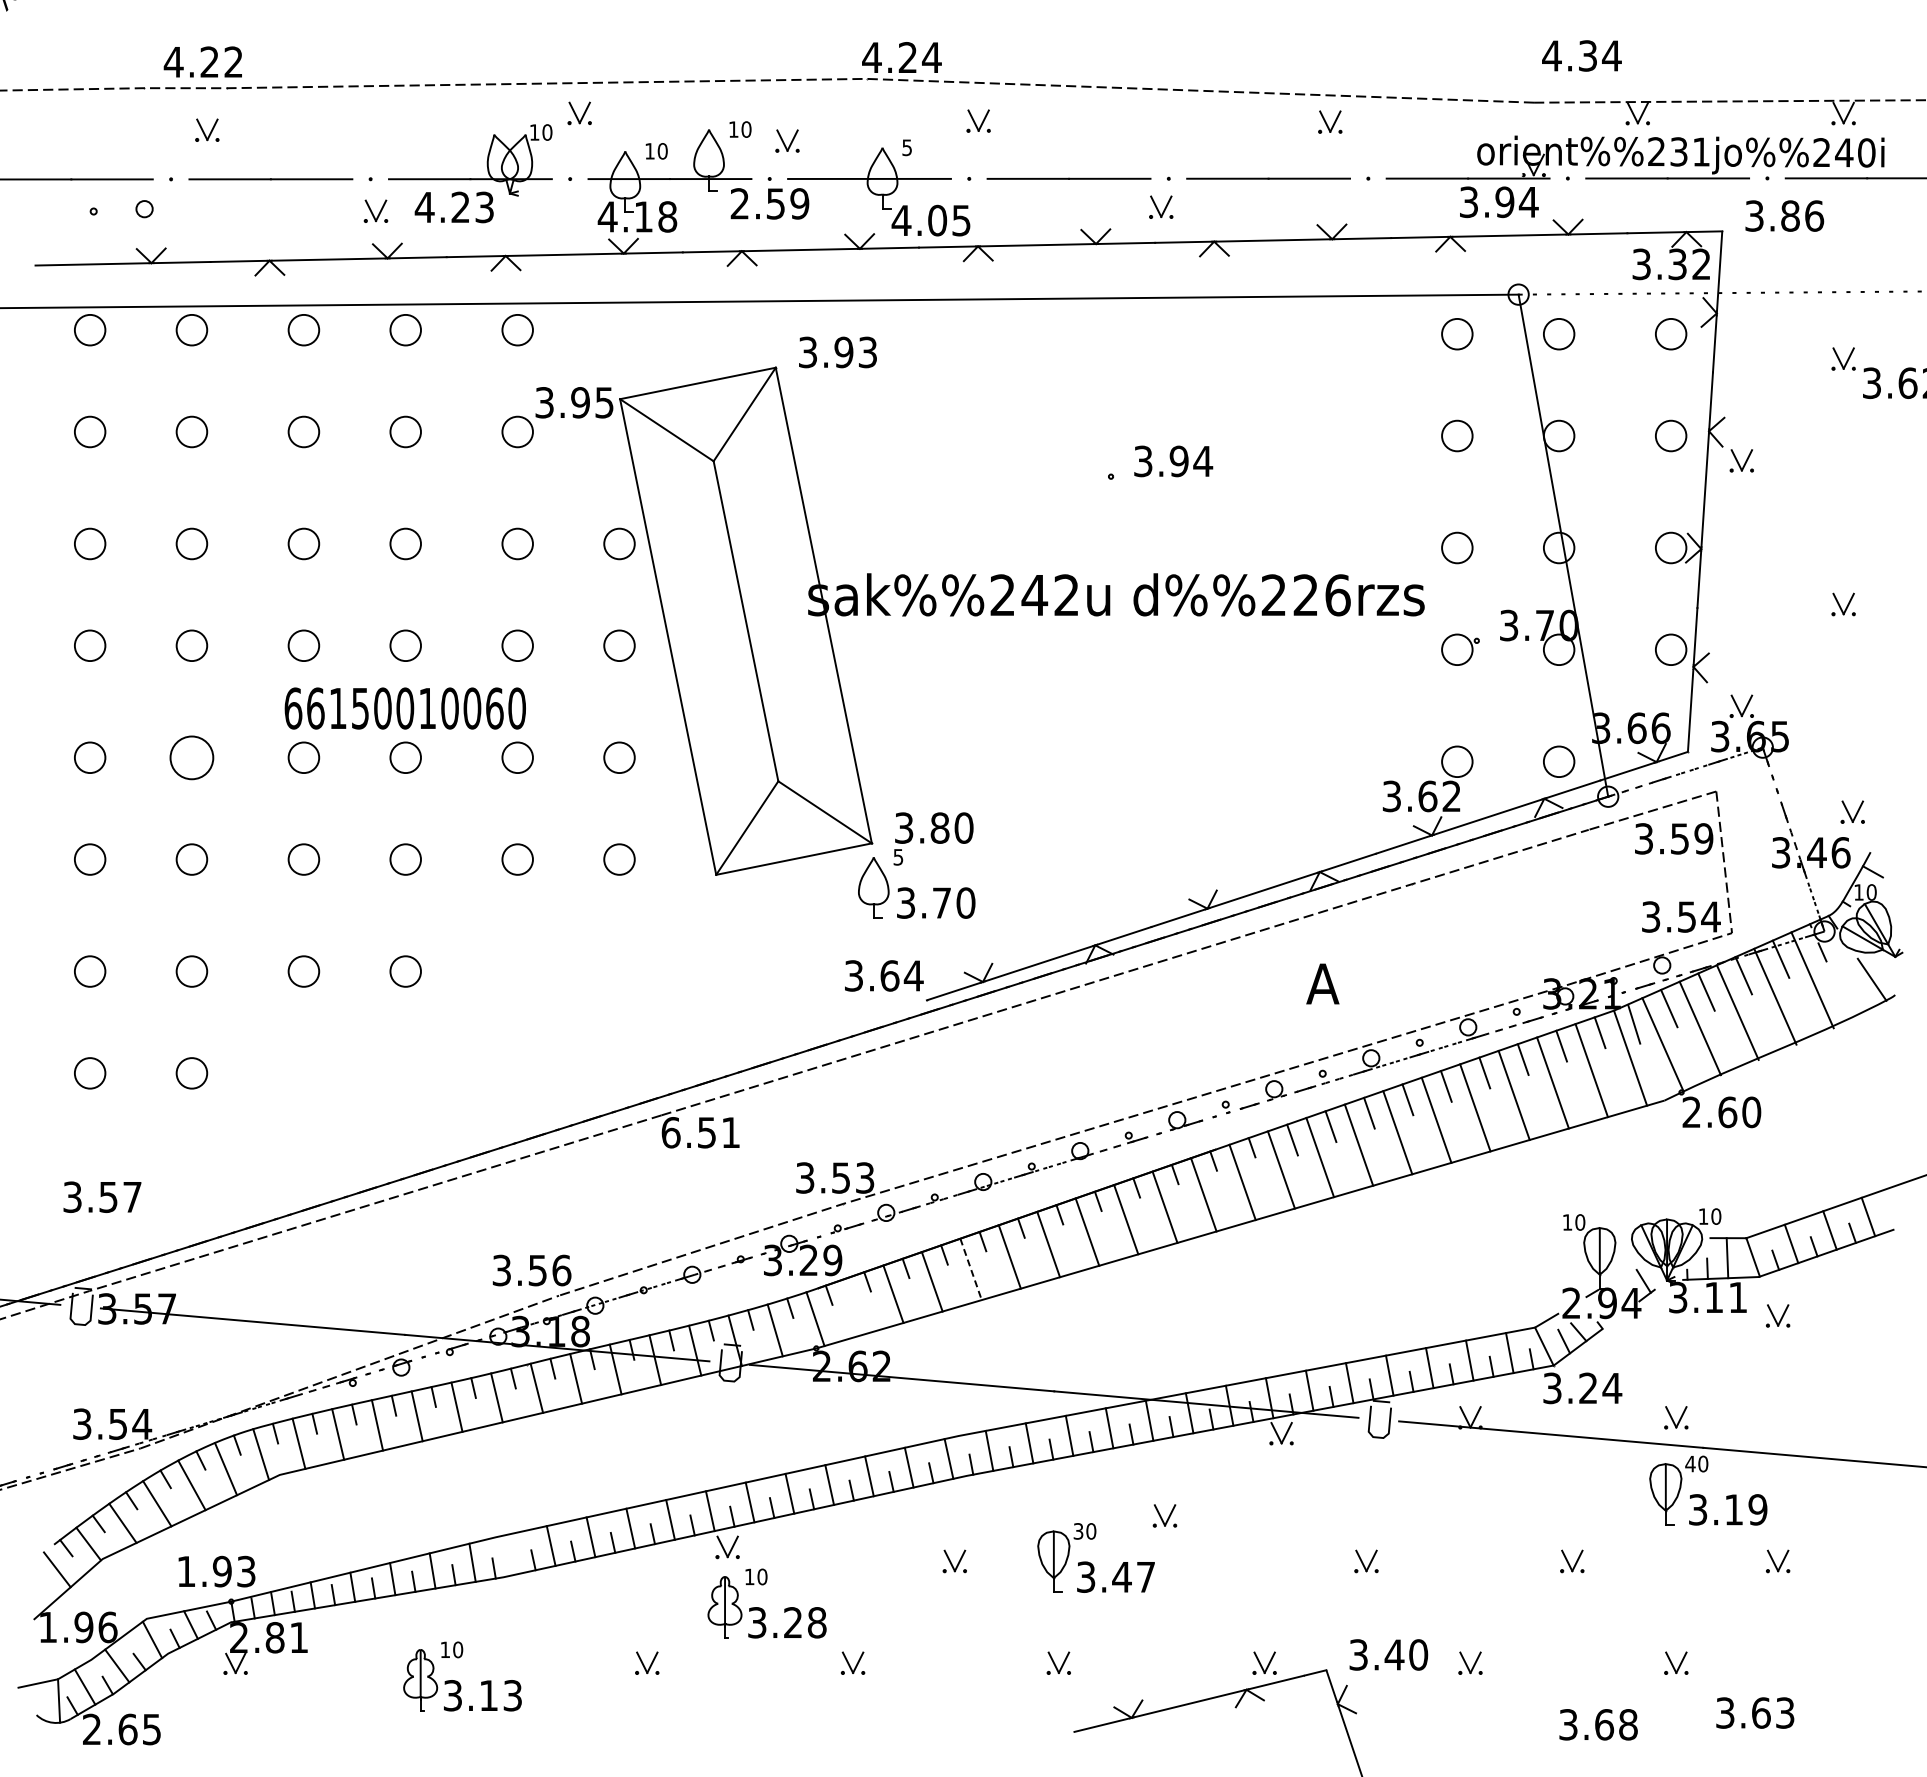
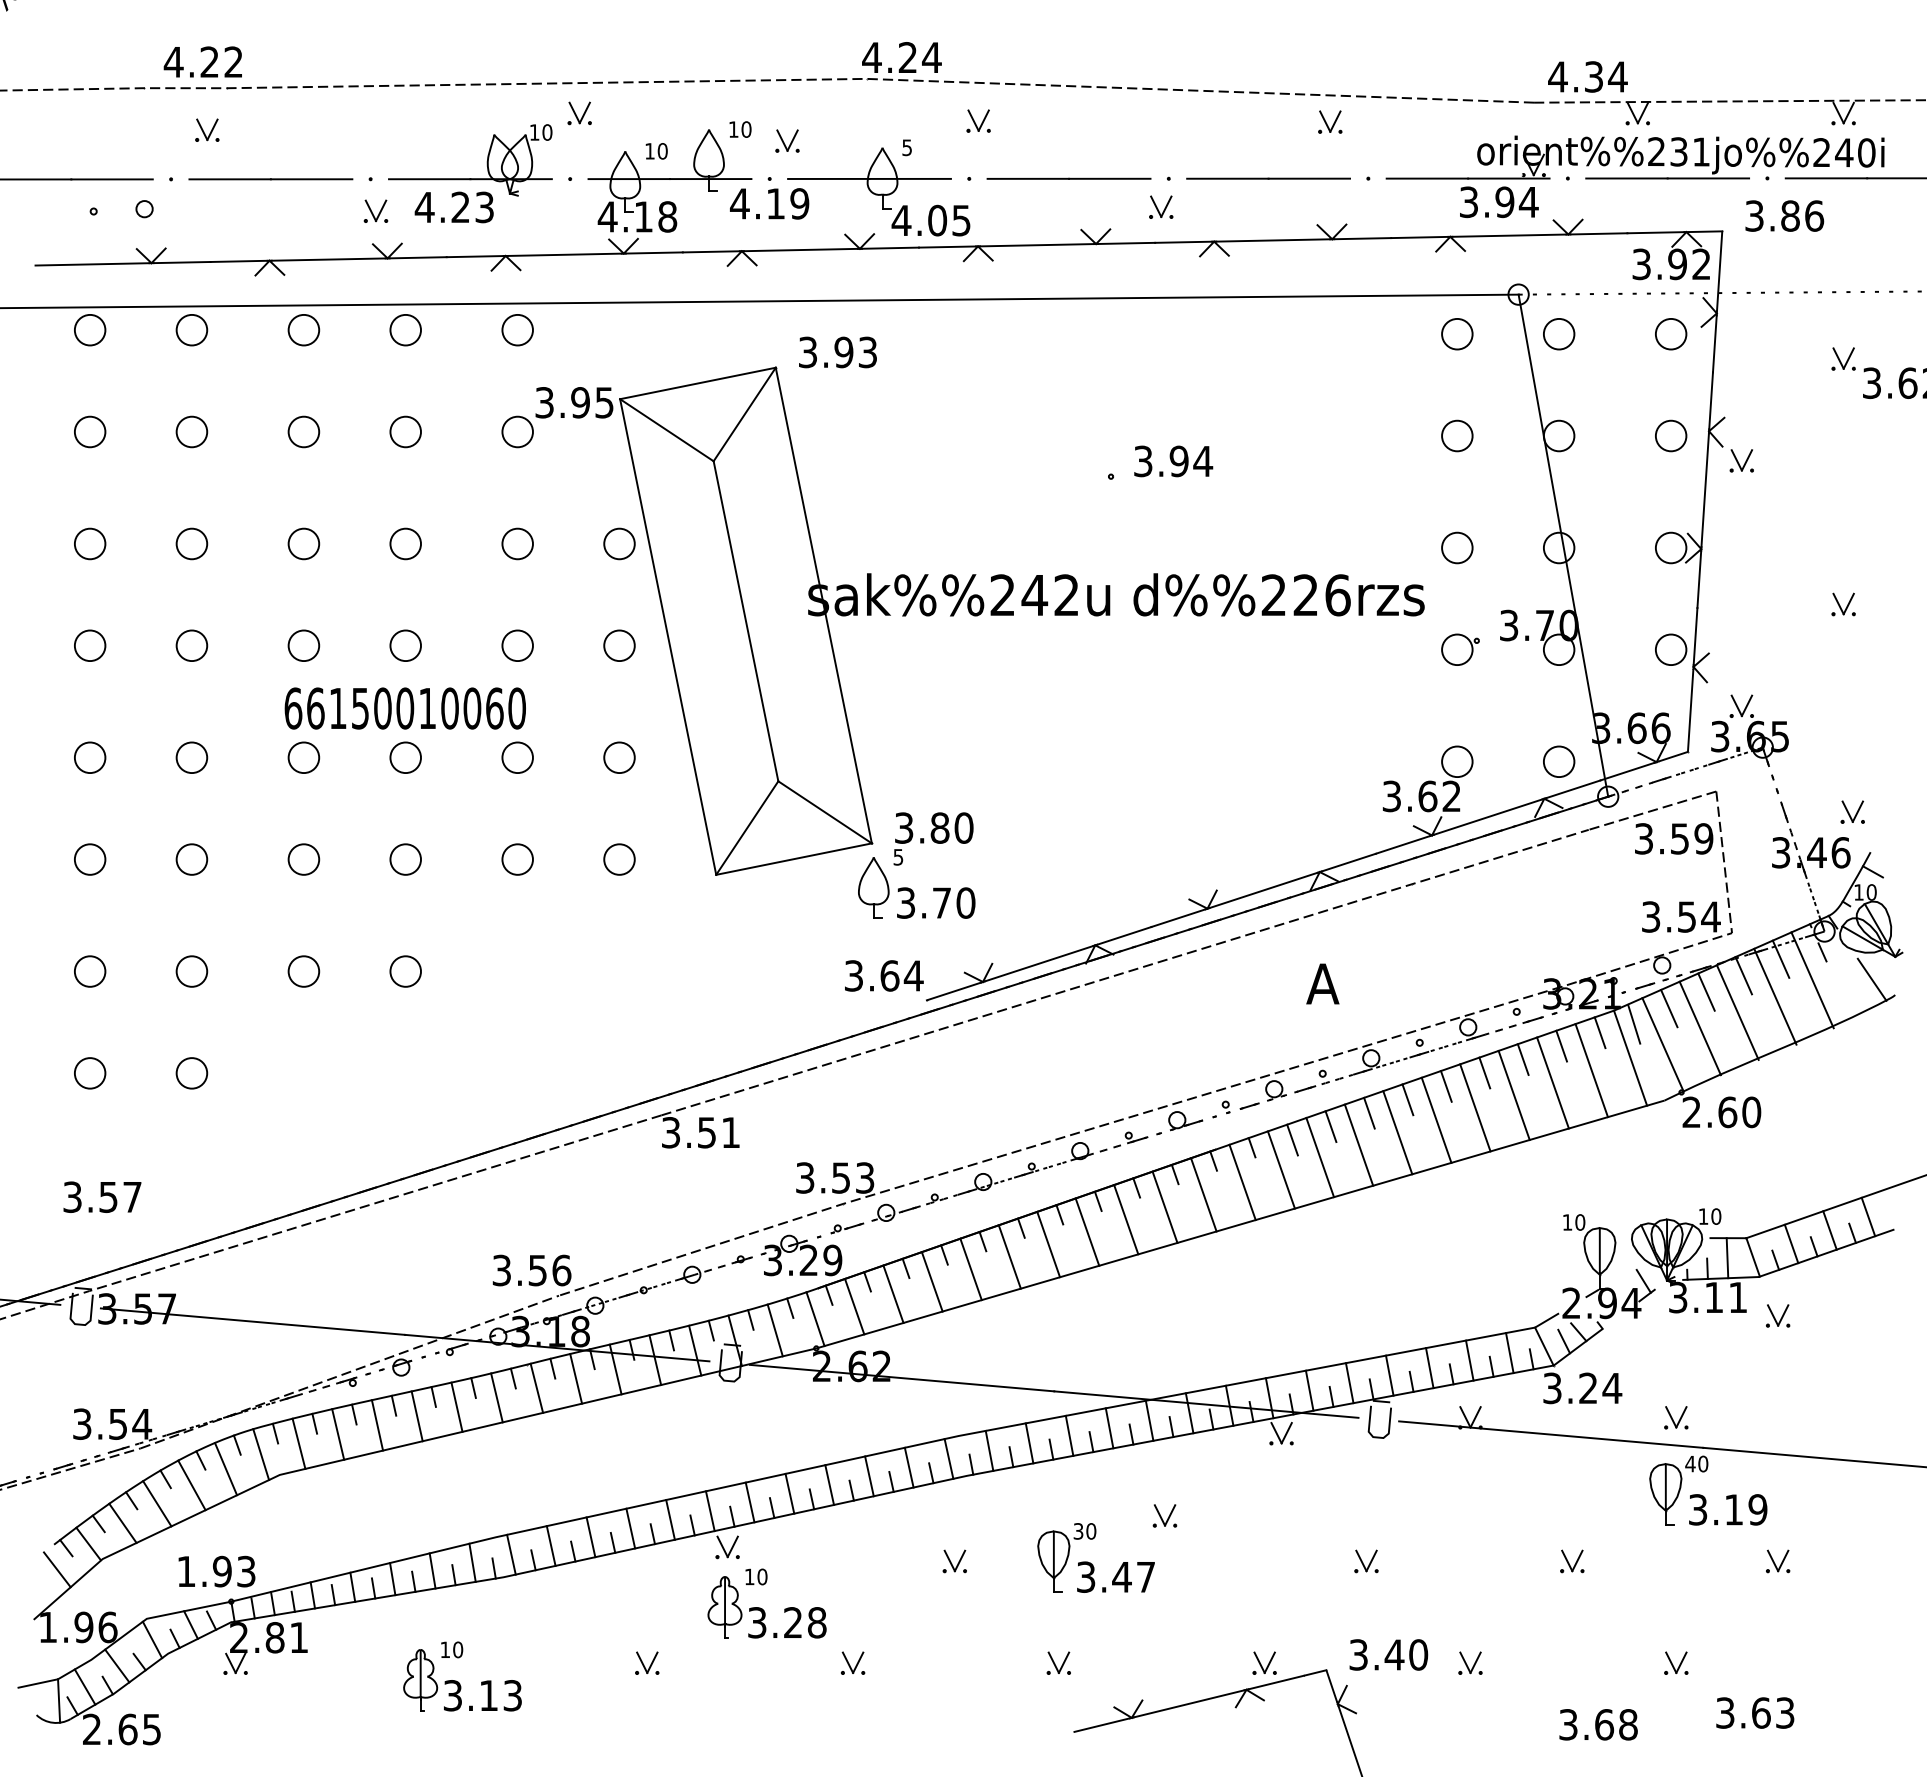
text at (1581, 55) position: (1581, 55) -> (1587, 76)
text at (756, 203): 2.59 -> 4.19
text at (1677, 263): 3.32 -> 3.92
circle at (191, 757) size: 46x46 px -> 34x33 px
text at (670, 1132): 6.51 -> 3.51
line at (971, 1269): dashed -> solid
line at (854, 1306): none -> present
line at (511, 1554): none -> present
